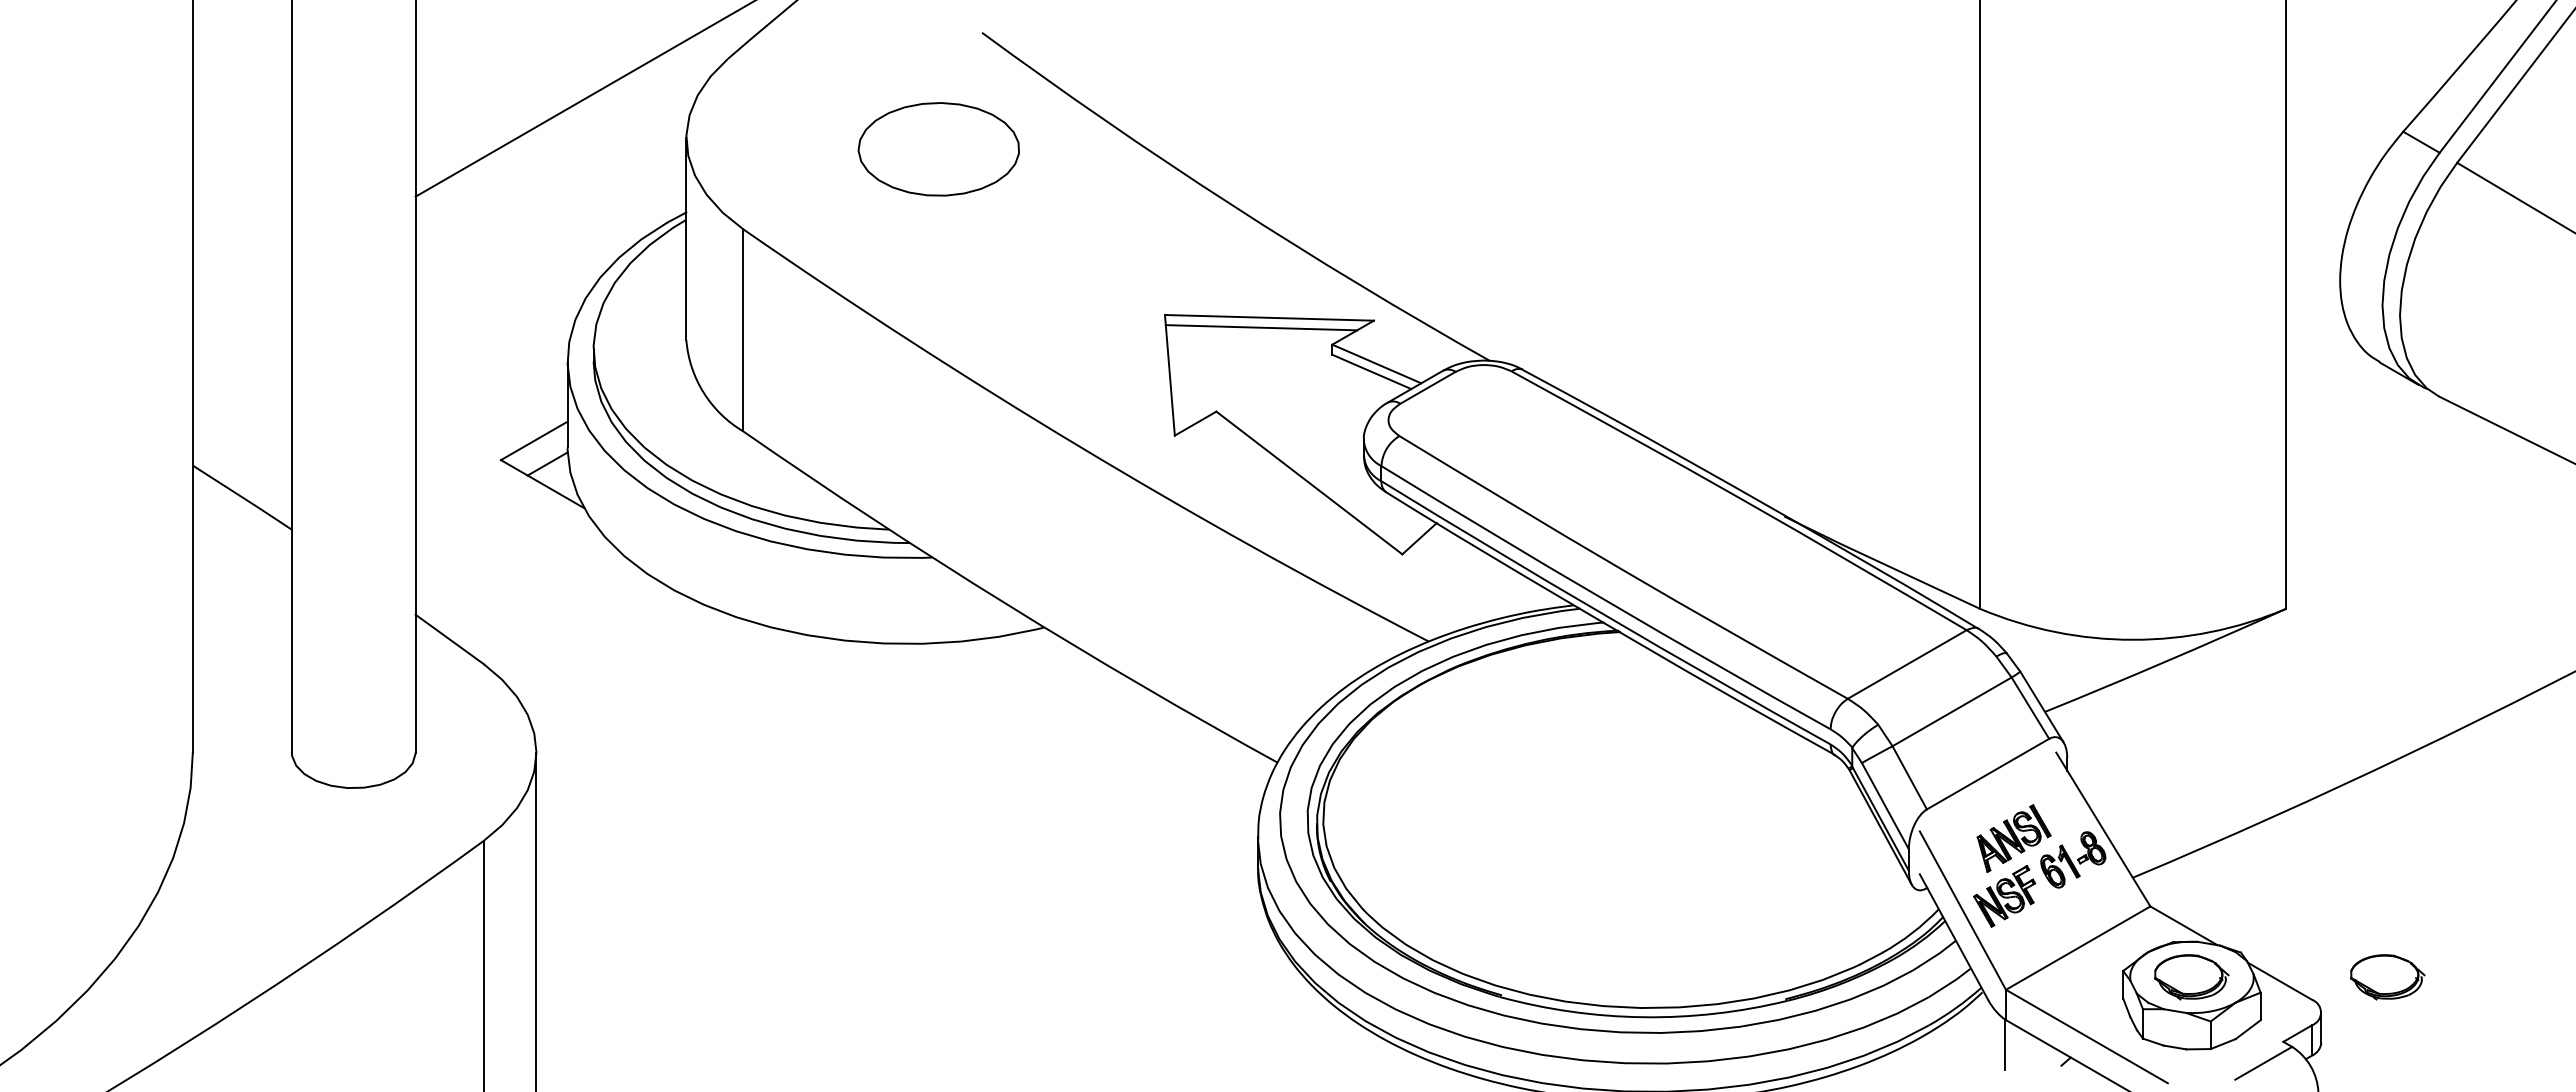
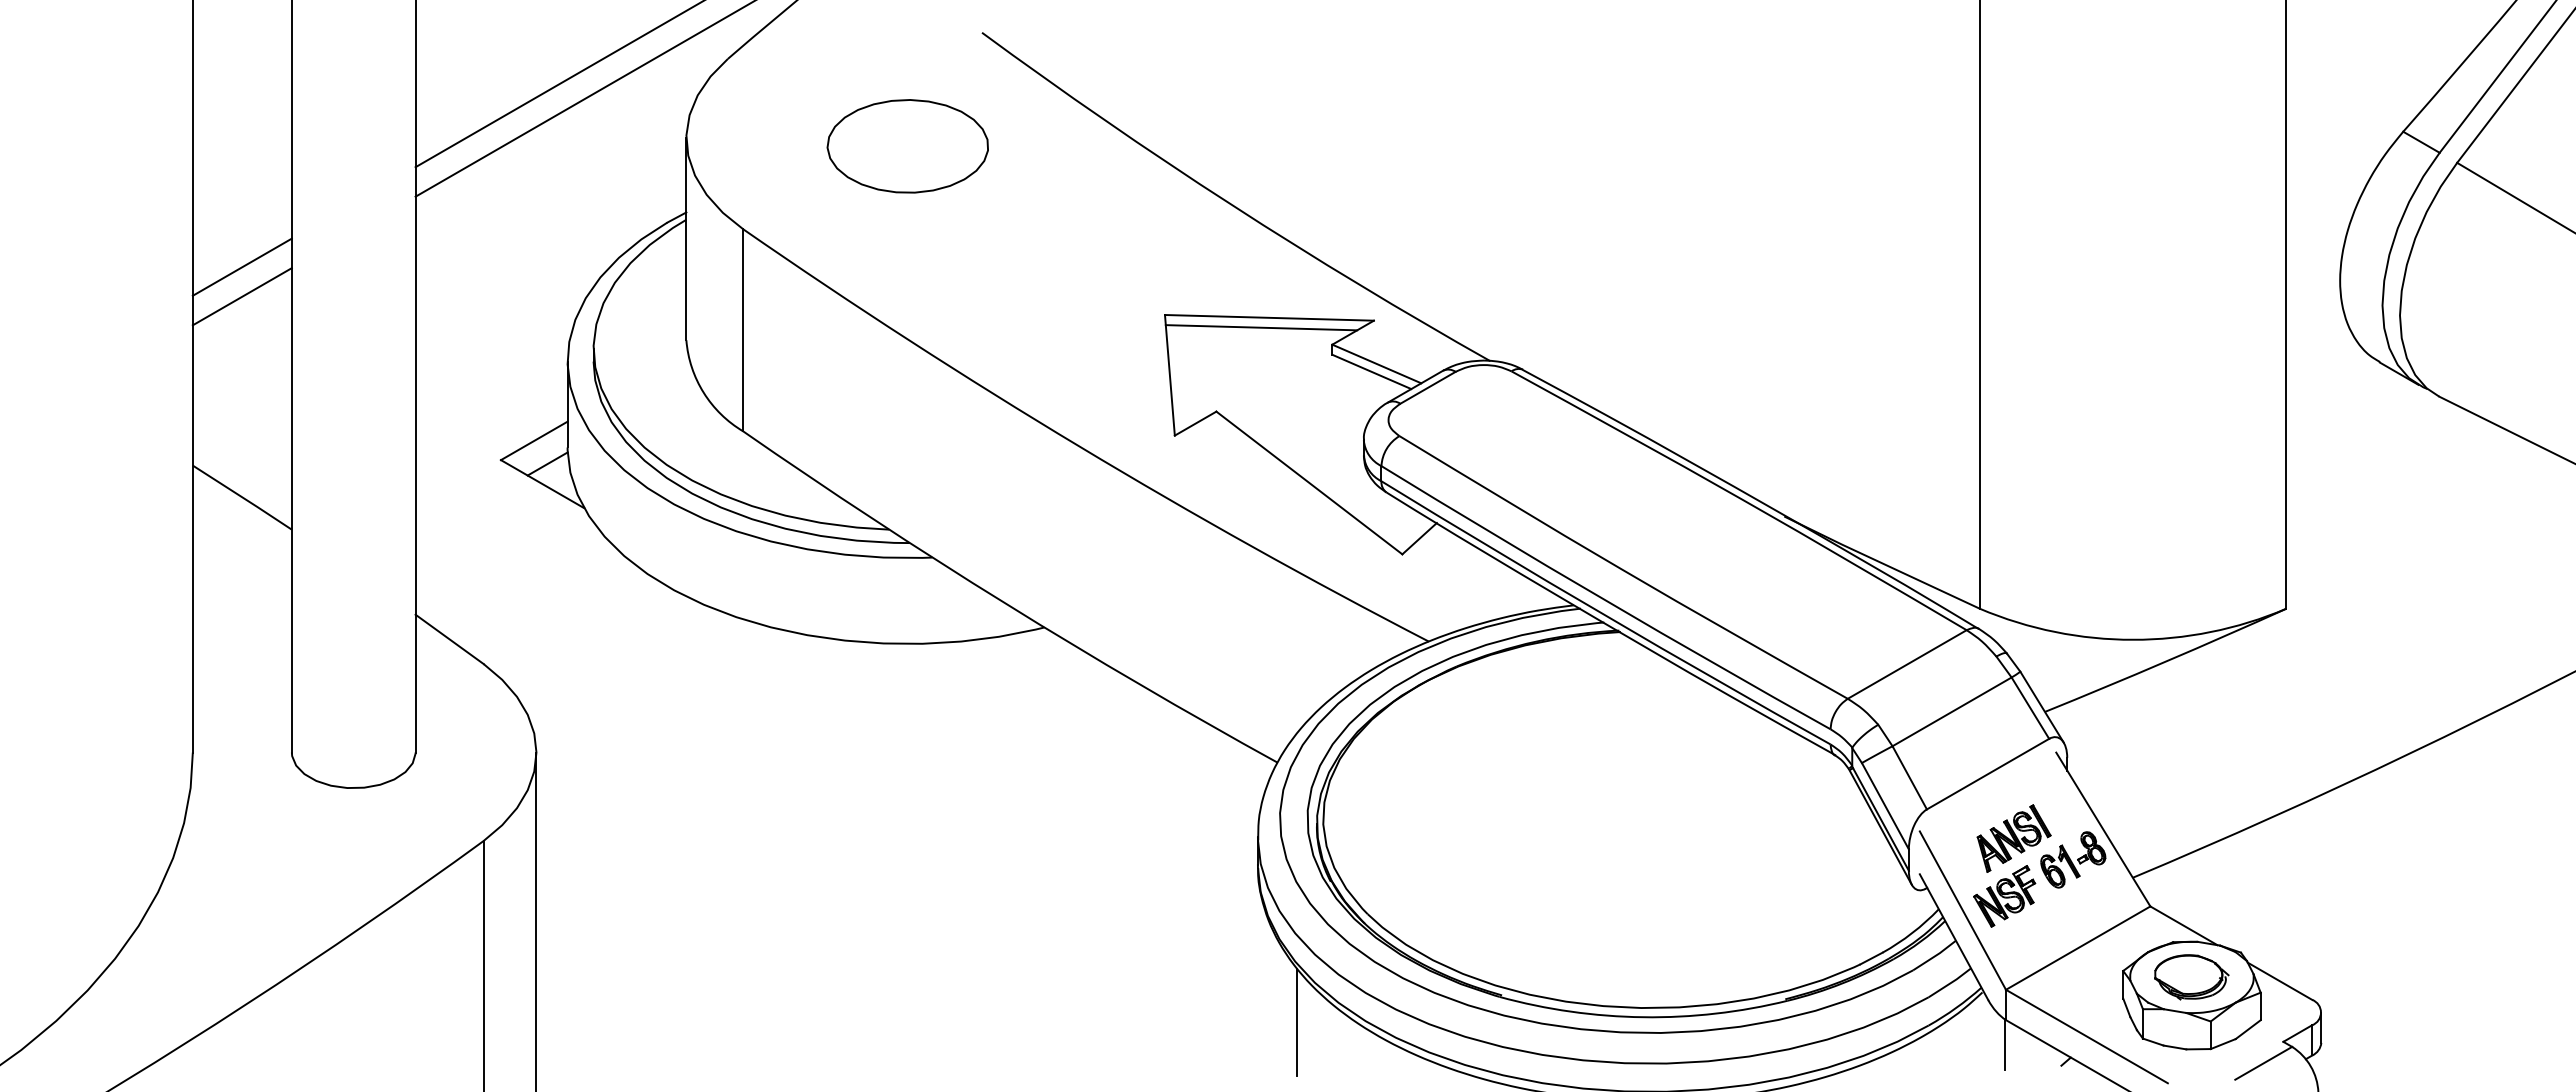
line at (558, 84): none -> present
part at (938, 149) position: (938, 149) -> (907, 146)
line at (241, 266): none -> present
line at (241, 296): none -> present
part at (2387, 977): present -> none
line at (1297, 1021): none -> present
